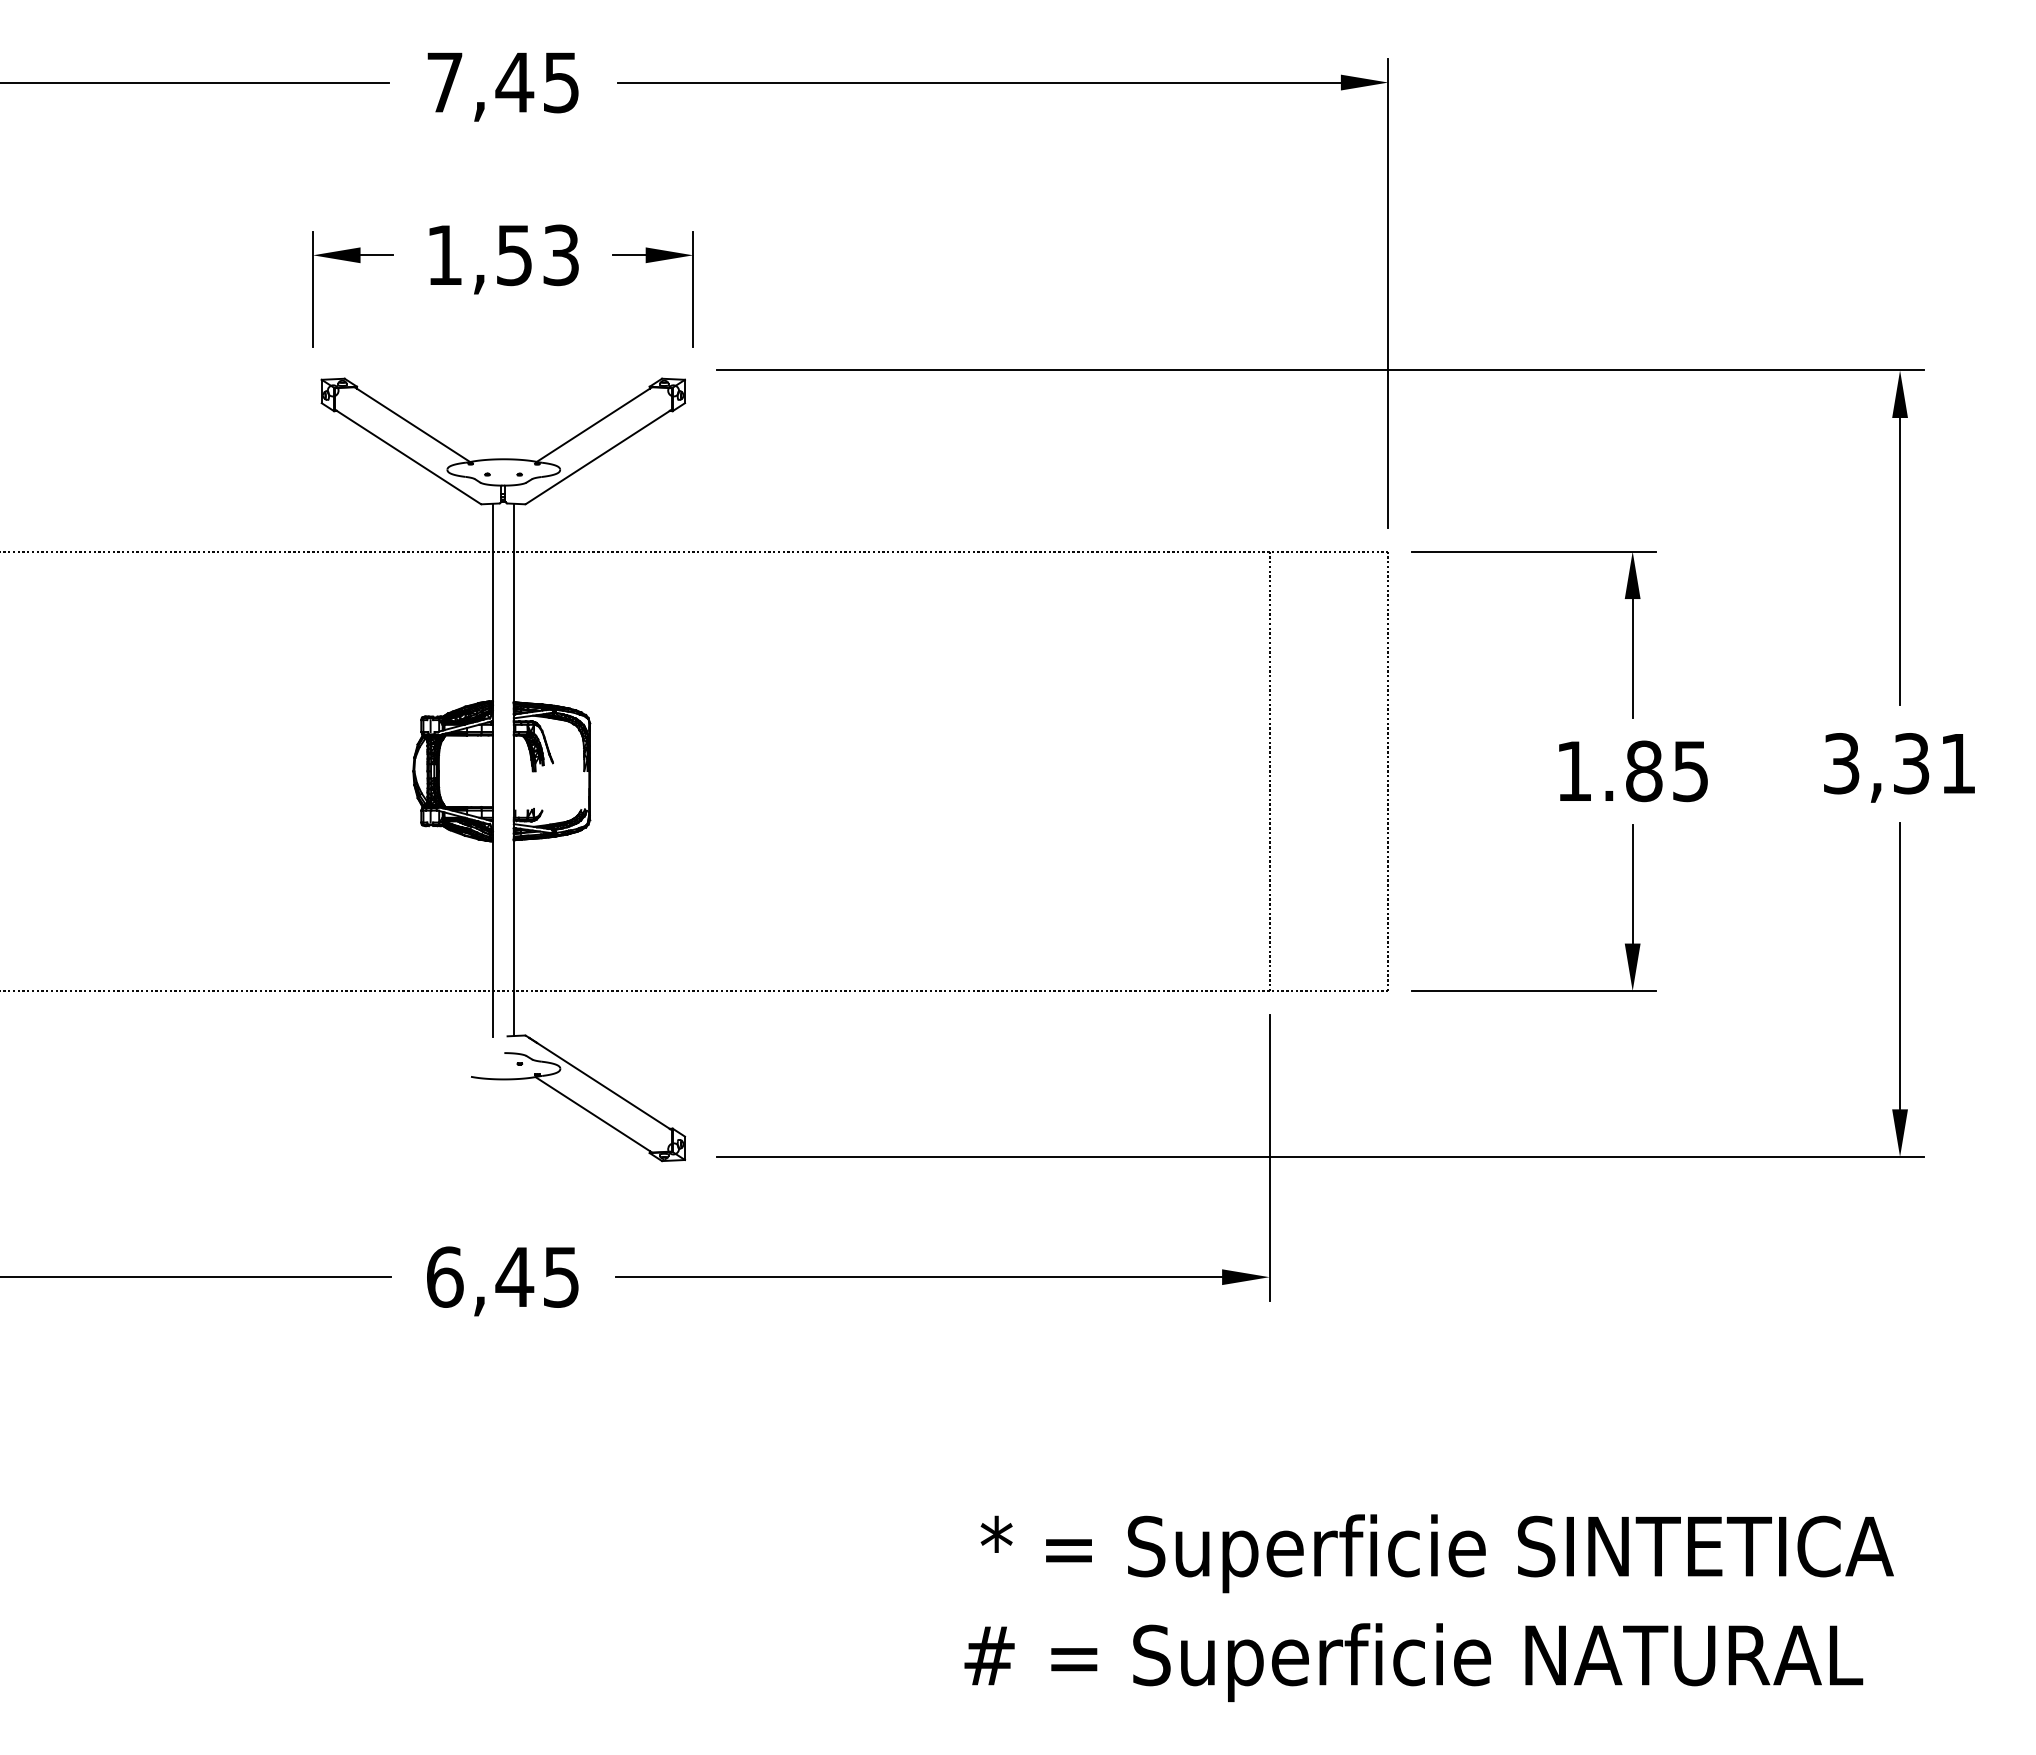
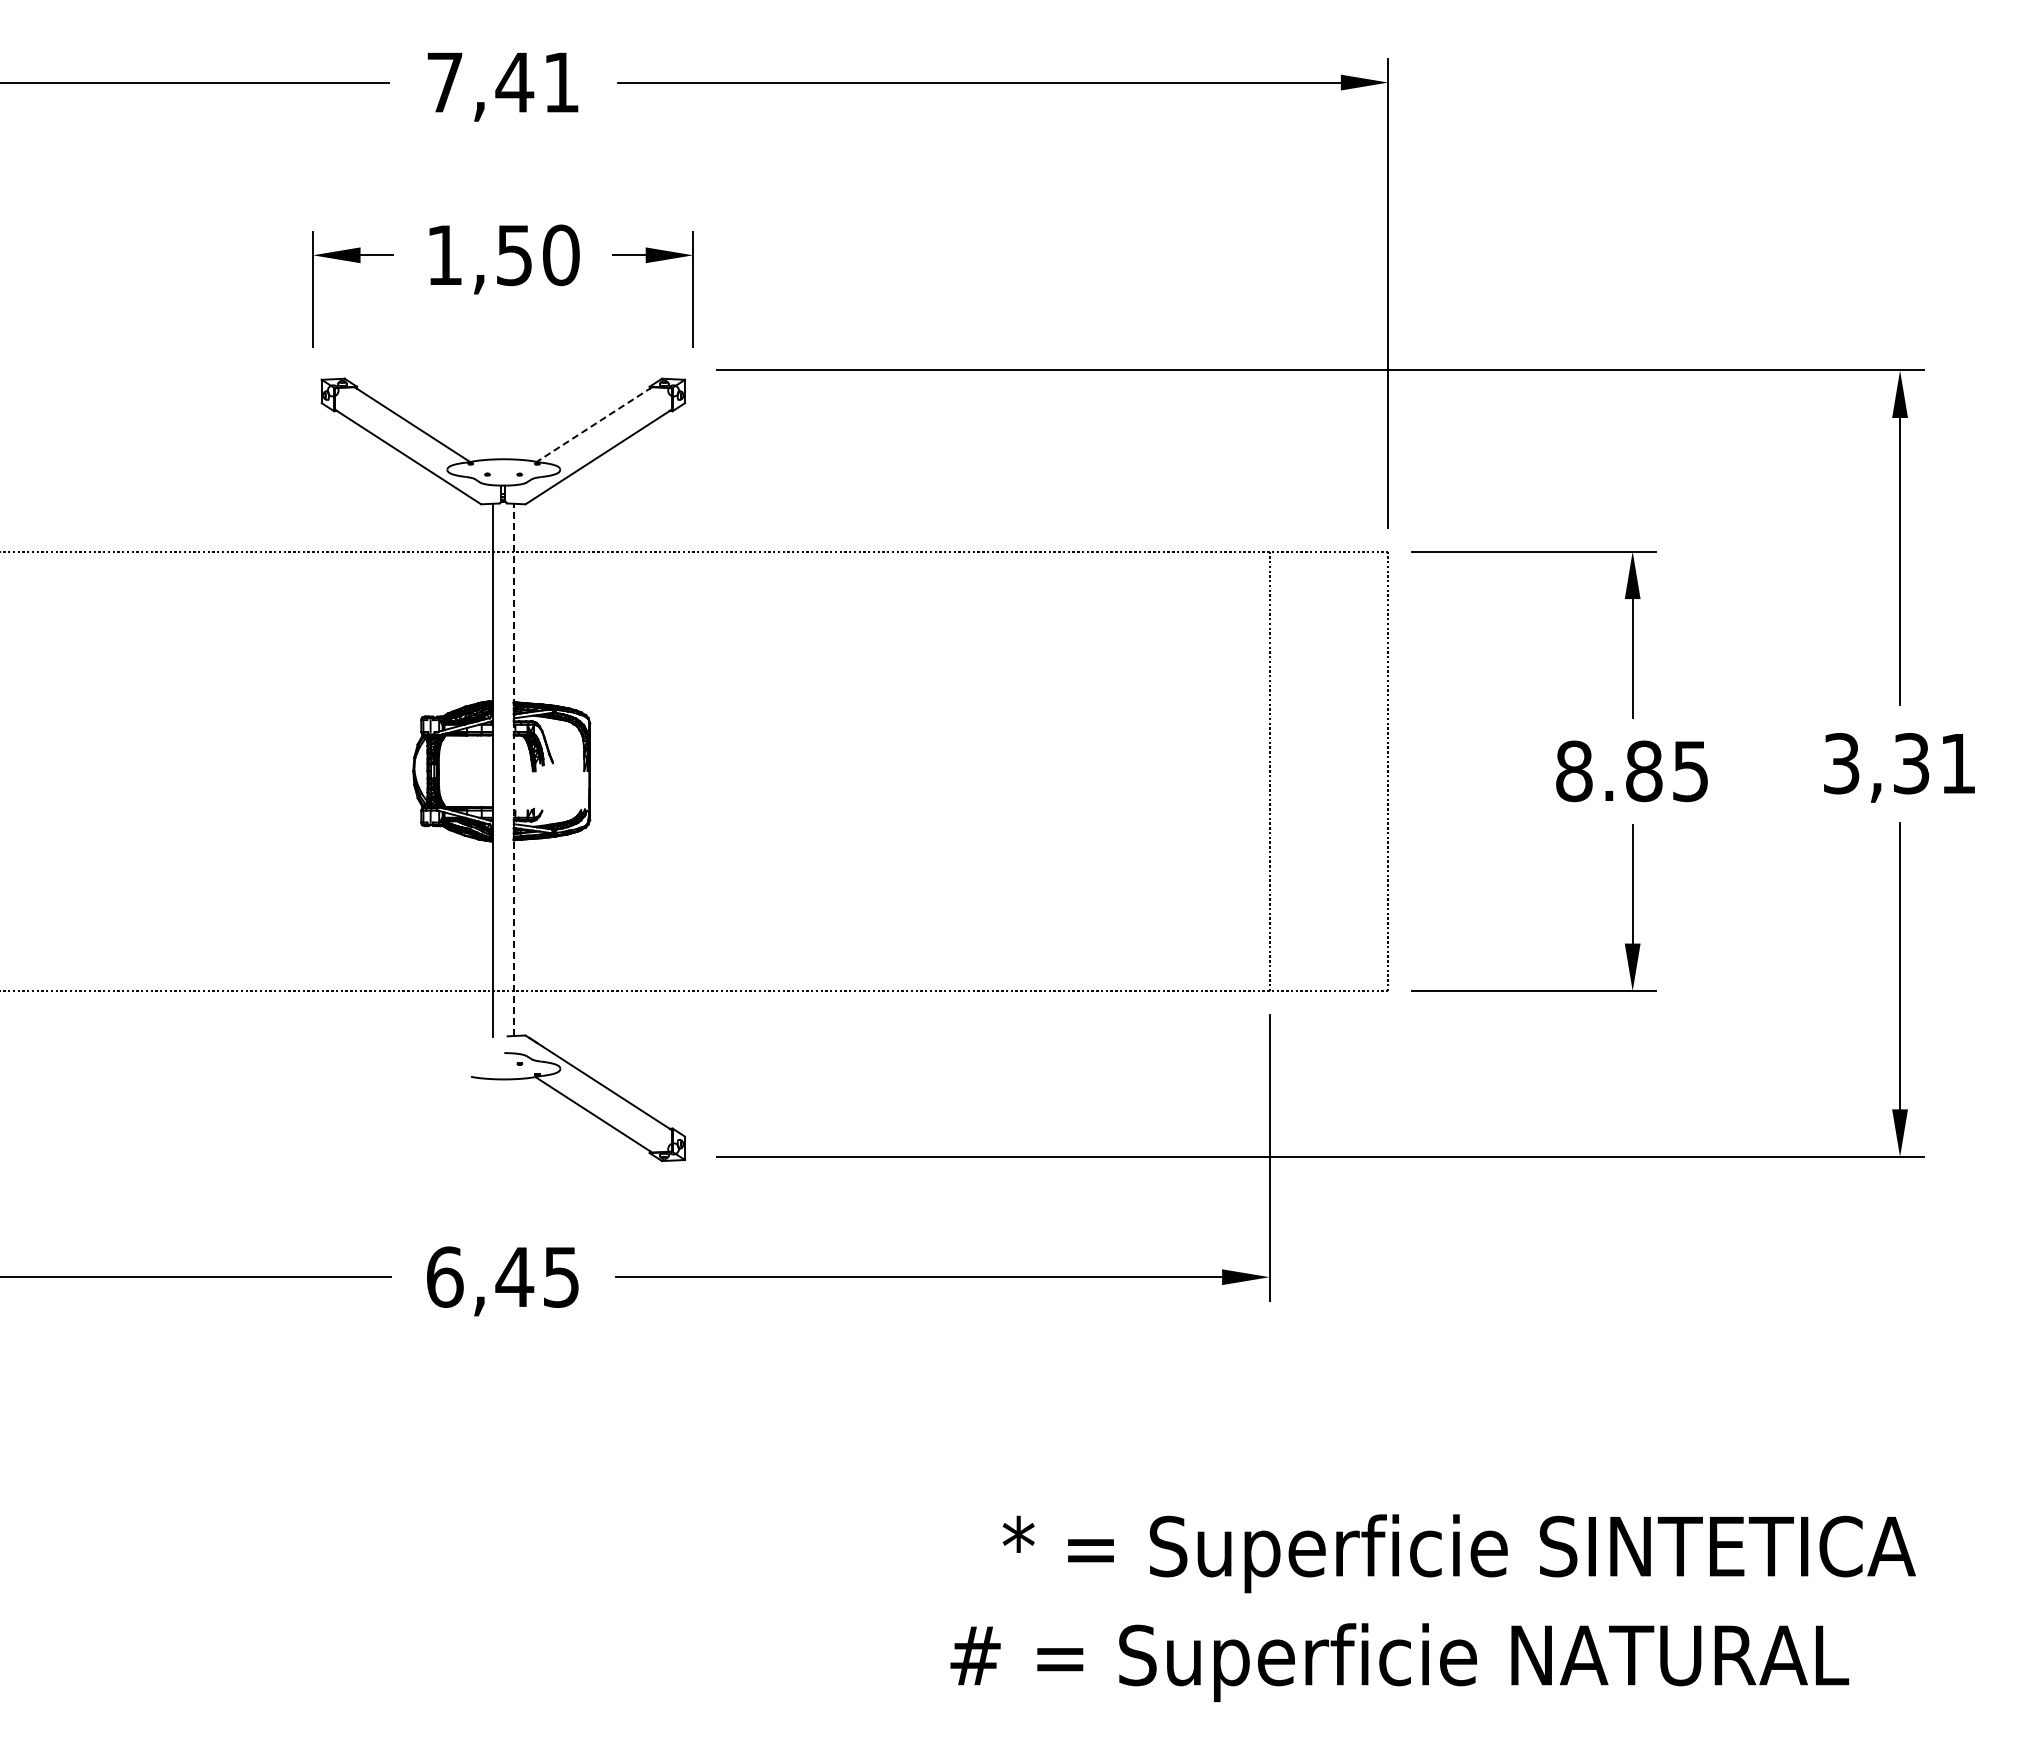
text at (561, 82): 7,45 -> 7,41
text at (561, 255): 1,53 -> 1,50
line at (594, 424): solid -> dashed
line at (513, 769): solid -> dashed
text at (1574, 771): 1.85 -> 8.85
text at (1436, 1553) position: (1436, 1553) -> (1458, 1553)
text at (1413, 1662) position: (1413, 1662) -> (1399, 1662)
